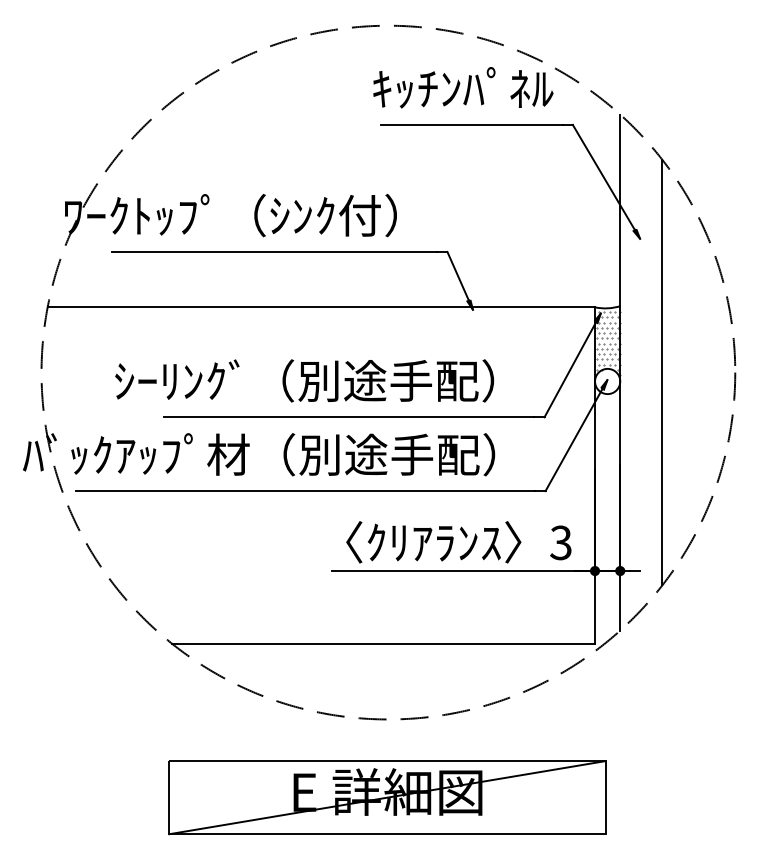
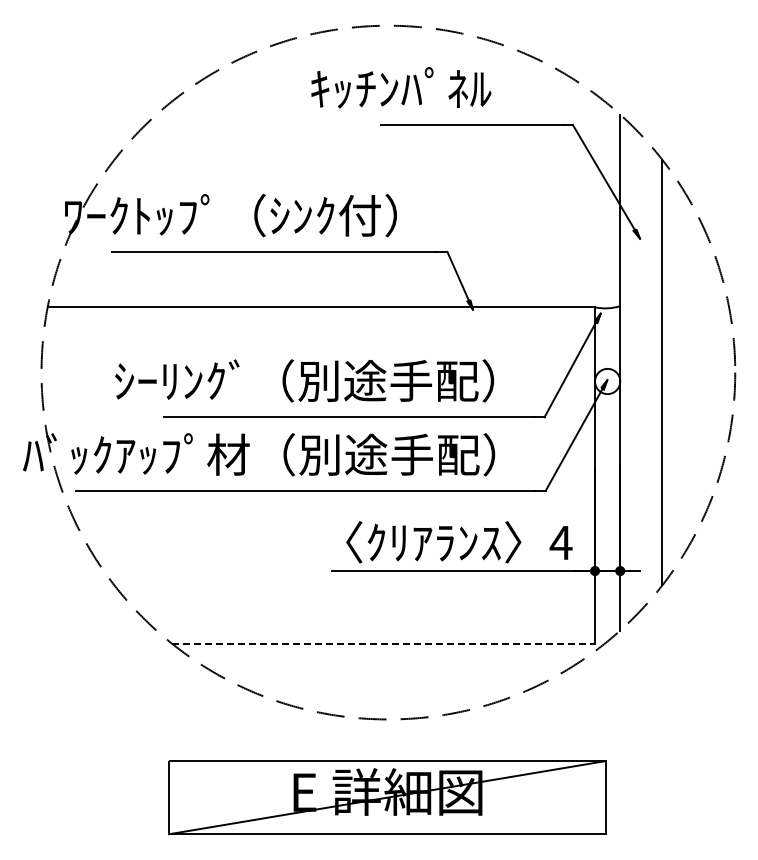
text at (463, 87) position: (463, 87) -> (401, 87)
hatch at (608, 343): present -> none
text at (560, 542): 3 -> 4
line at (384, 643): solid -> dashed
